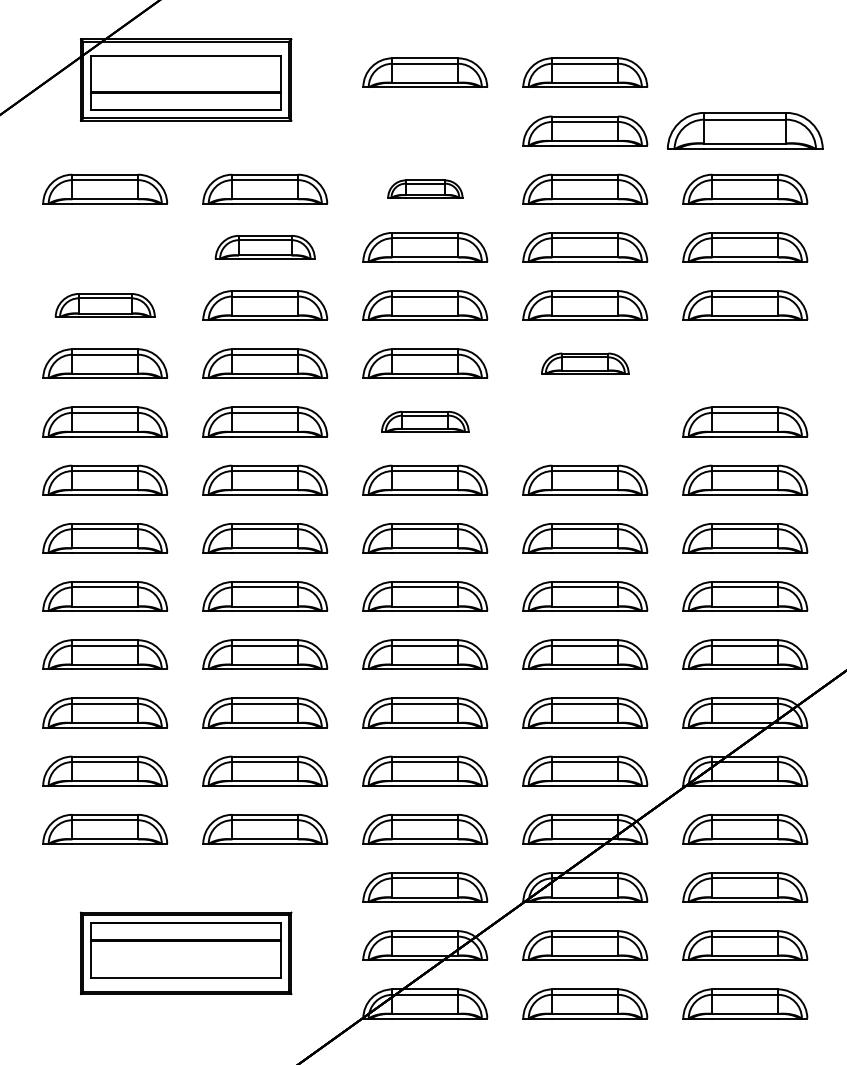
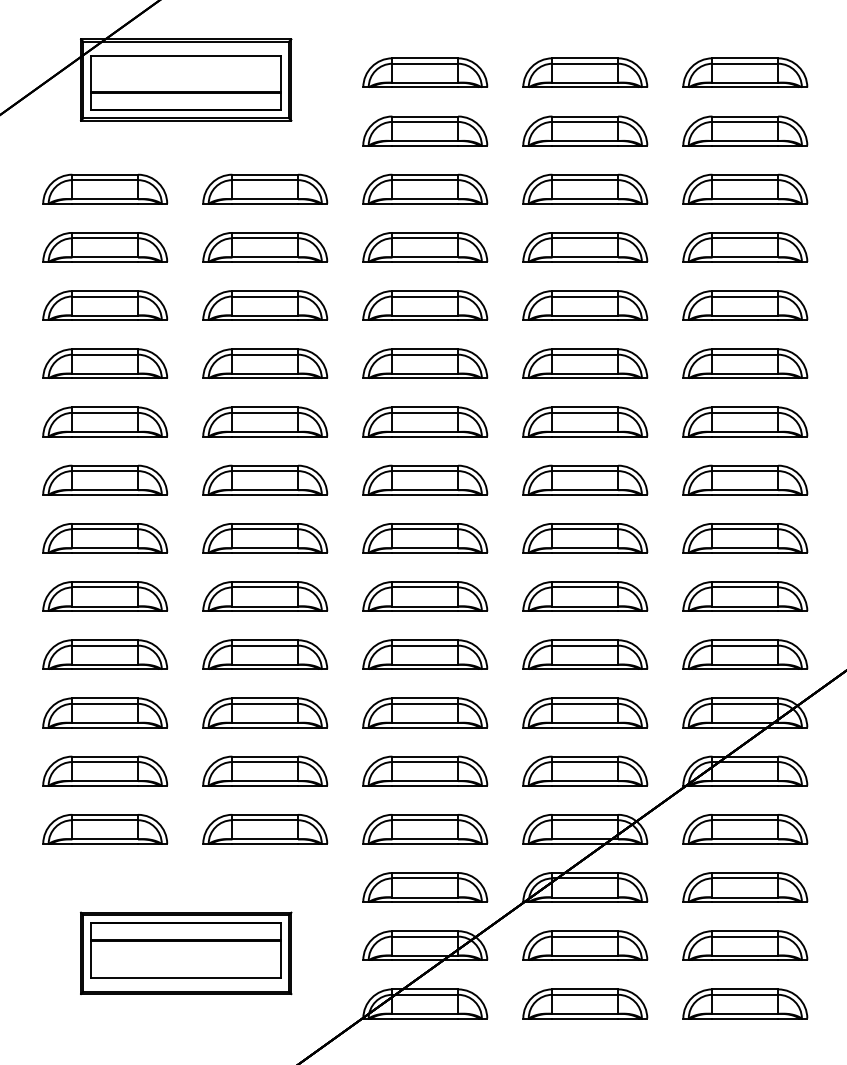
part at (745, 72): none -> present
part at (425, 130): none -> present
part at (745, 130) size: 157x38 px -> 127x32 px
part at (425, 188) size: 77x20 px -> 127x32 px
part at (105, 247): none -> present
part at (264, 247) size: 102x25 px -> 127x31 px
part at (104, 305) size: 102x25 px -> 127x31 px
part at (585, 363) size: 89x23 px -> 127x31 px
part at (745, 363): none -> present
part at (425, 421) size: 89x22 px -> 127x32 px
part at (585, 421): none -> present
